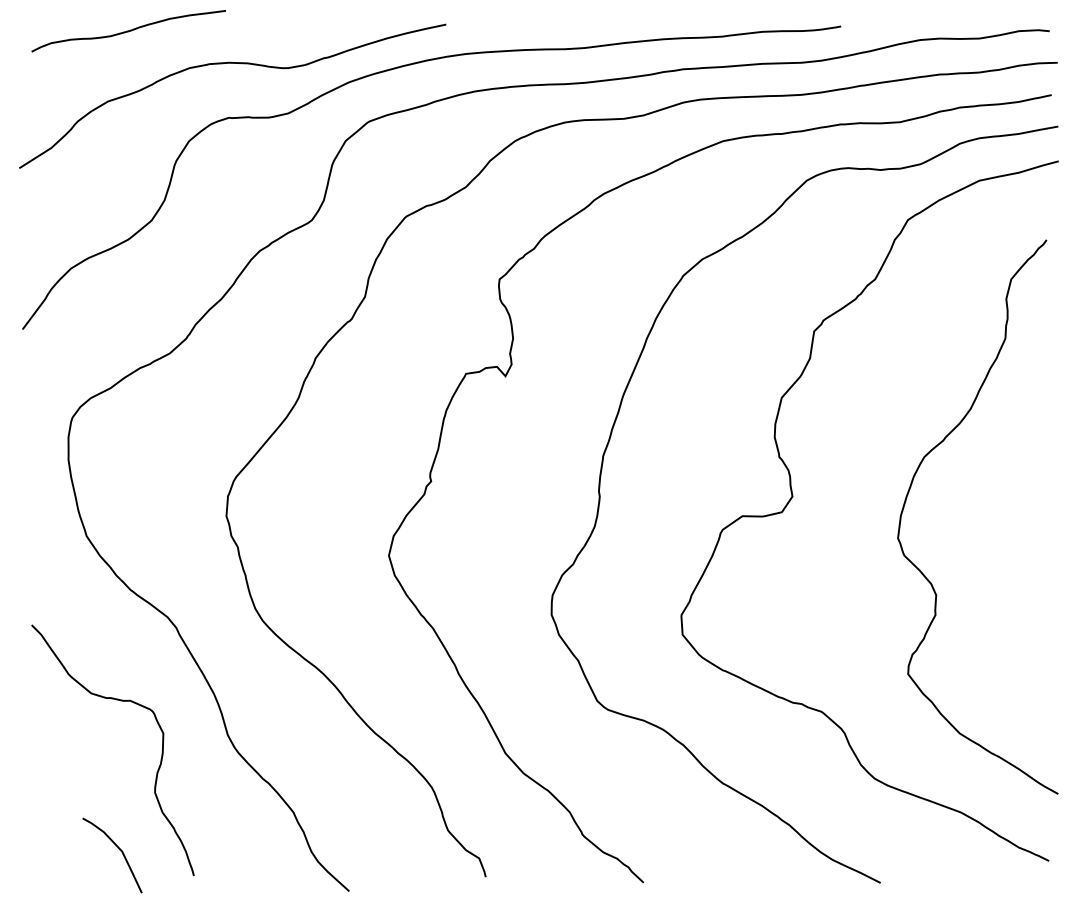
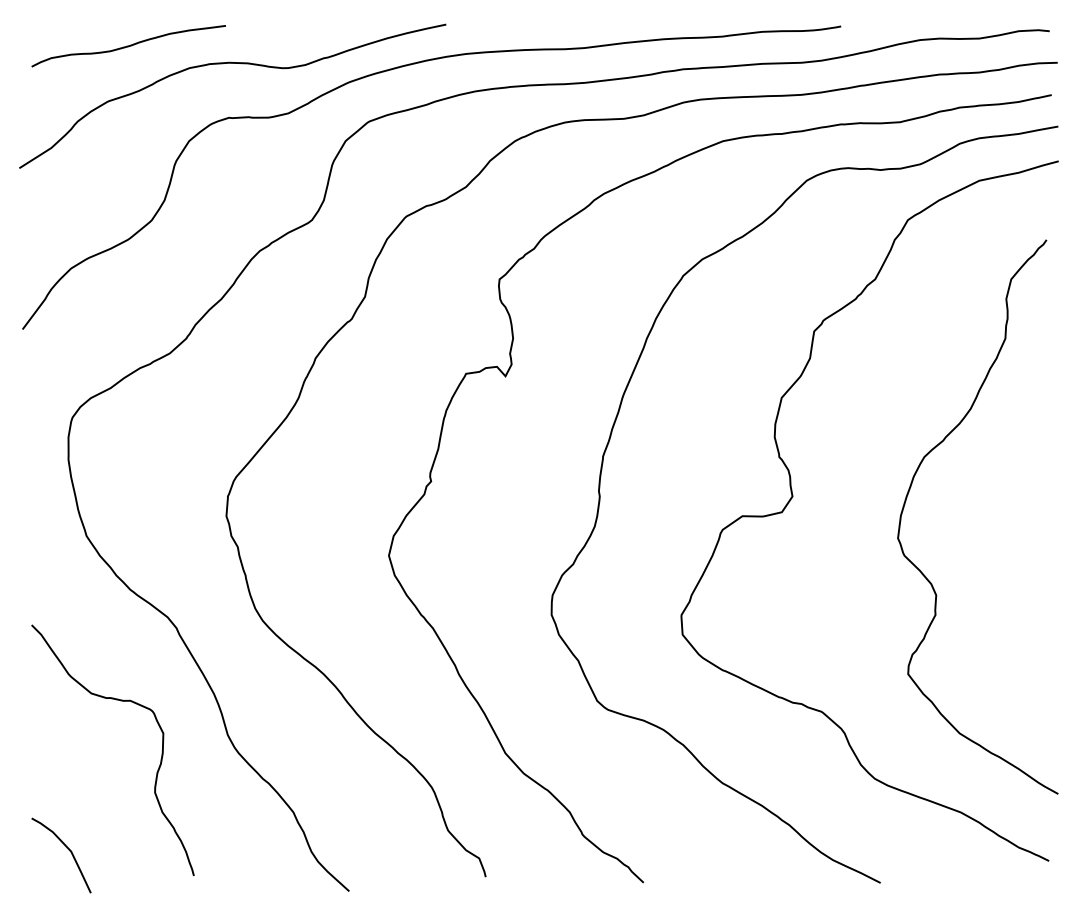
curve at (128, 31) position: (128, 31) -> (128, 46)
curve at (118, 849) position: (118, 849) -> (67, 849)
